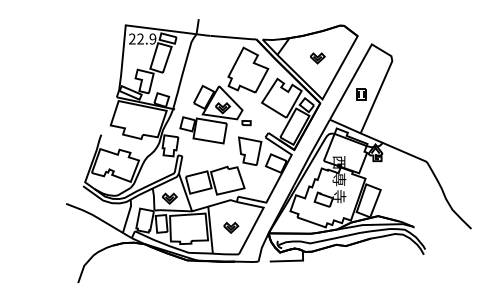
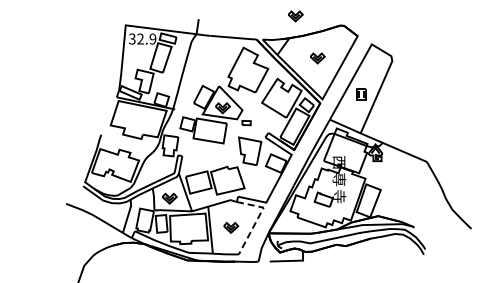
part at (295, 16): none -> present
text at (132, 39): 22.9 -> 32.9
line at (258, 218): solid -> dashed
